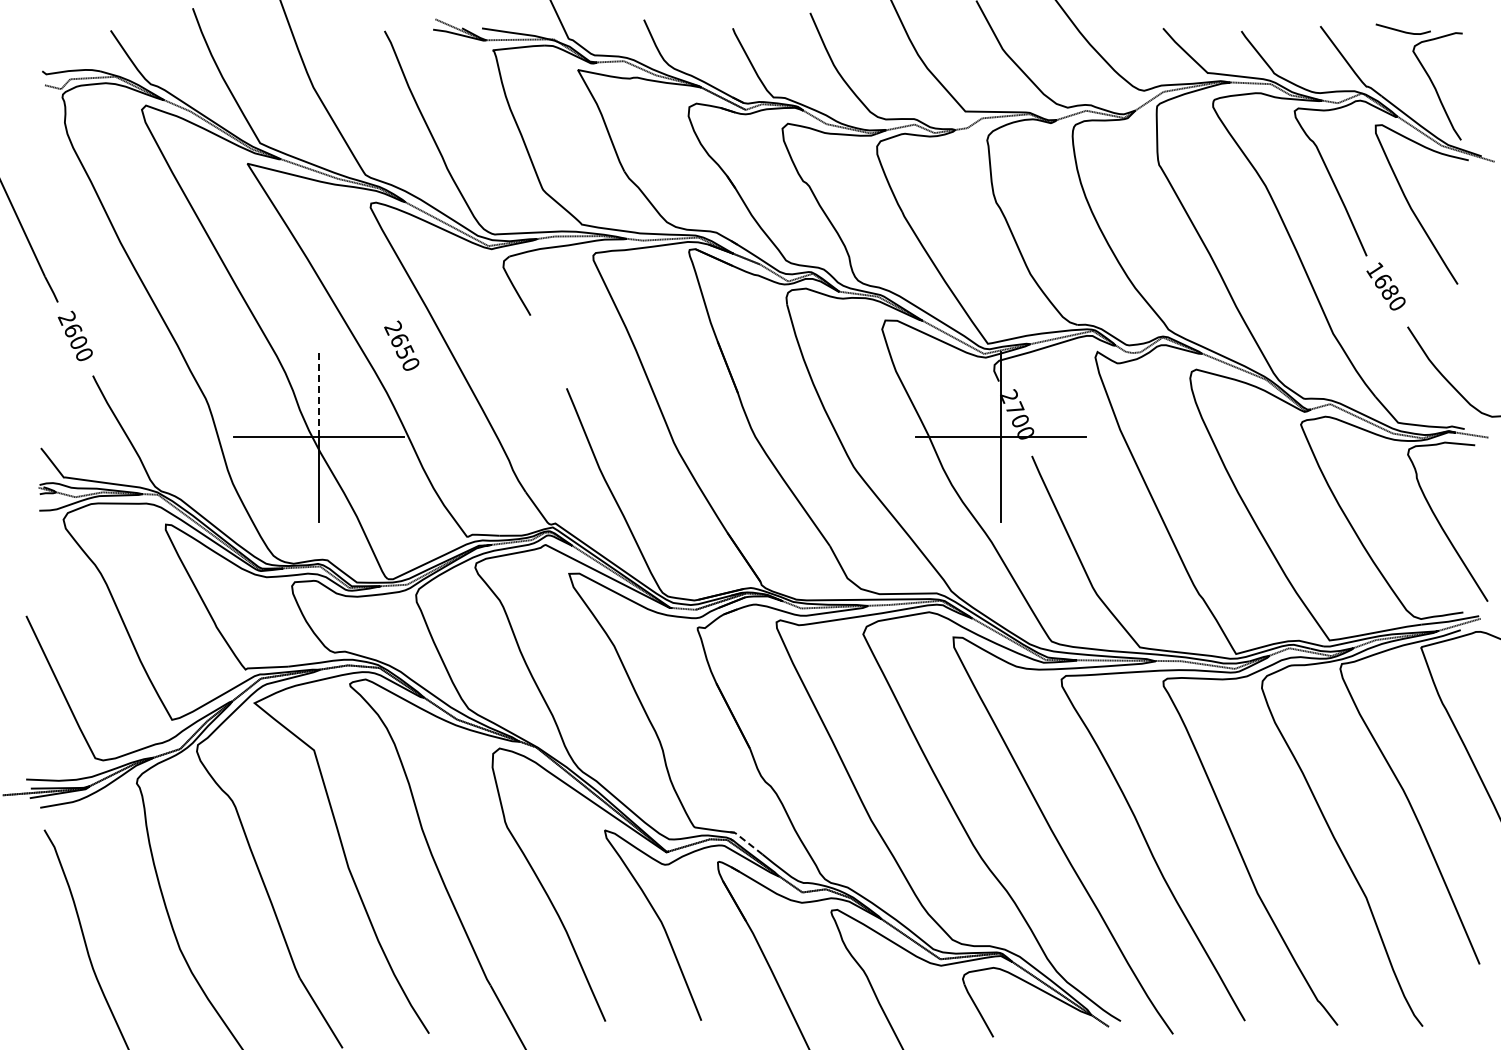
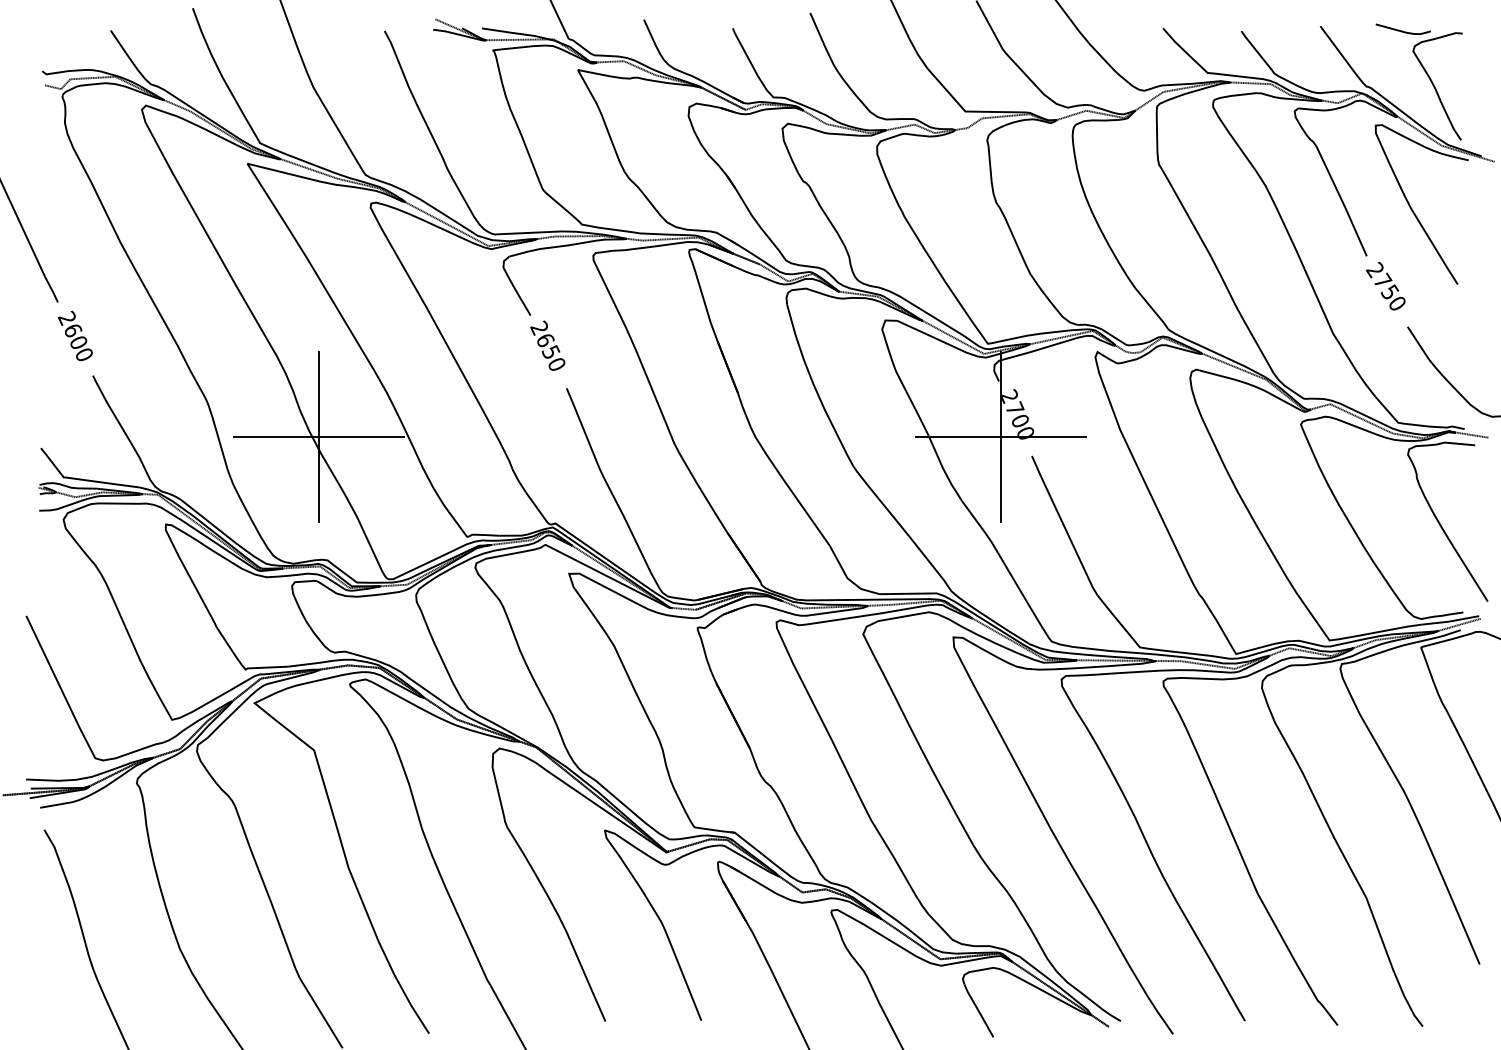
text at (1382, 280): 1680 -> 2750
text at (401, 345) position: (401, 345) -> (547, 345)
line at (318, 394): dashed -> solid
line at (746, 841): dashed -> solid
